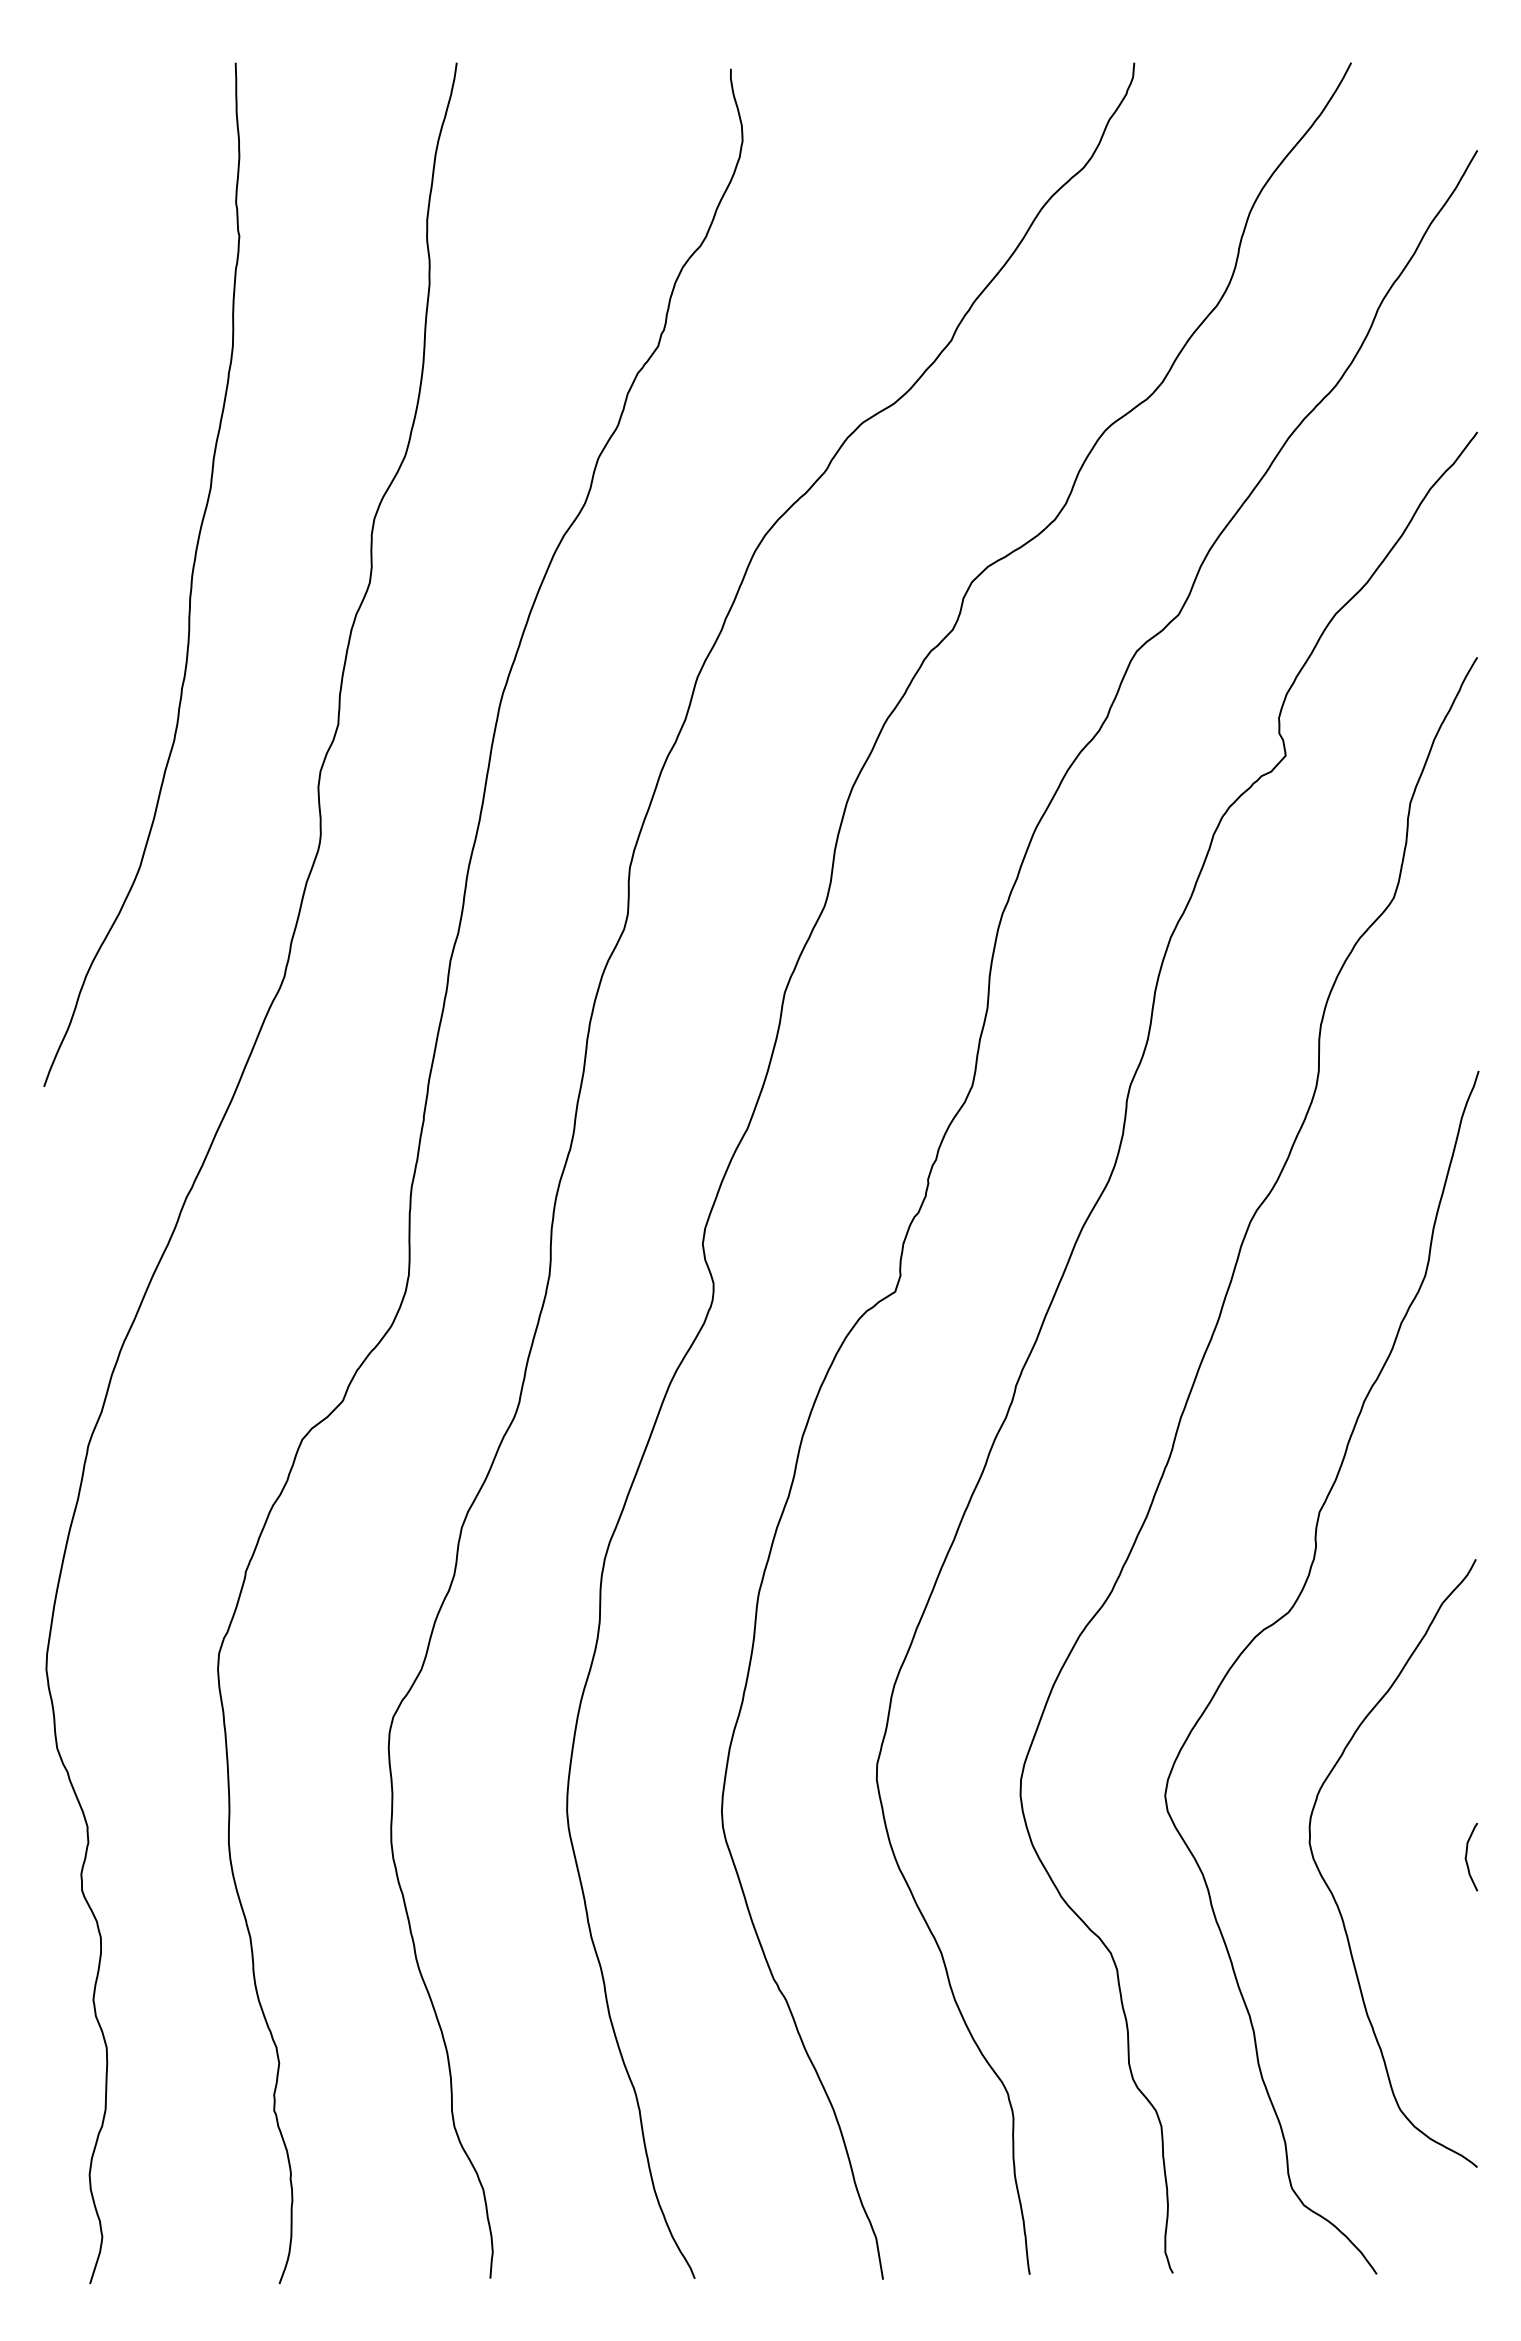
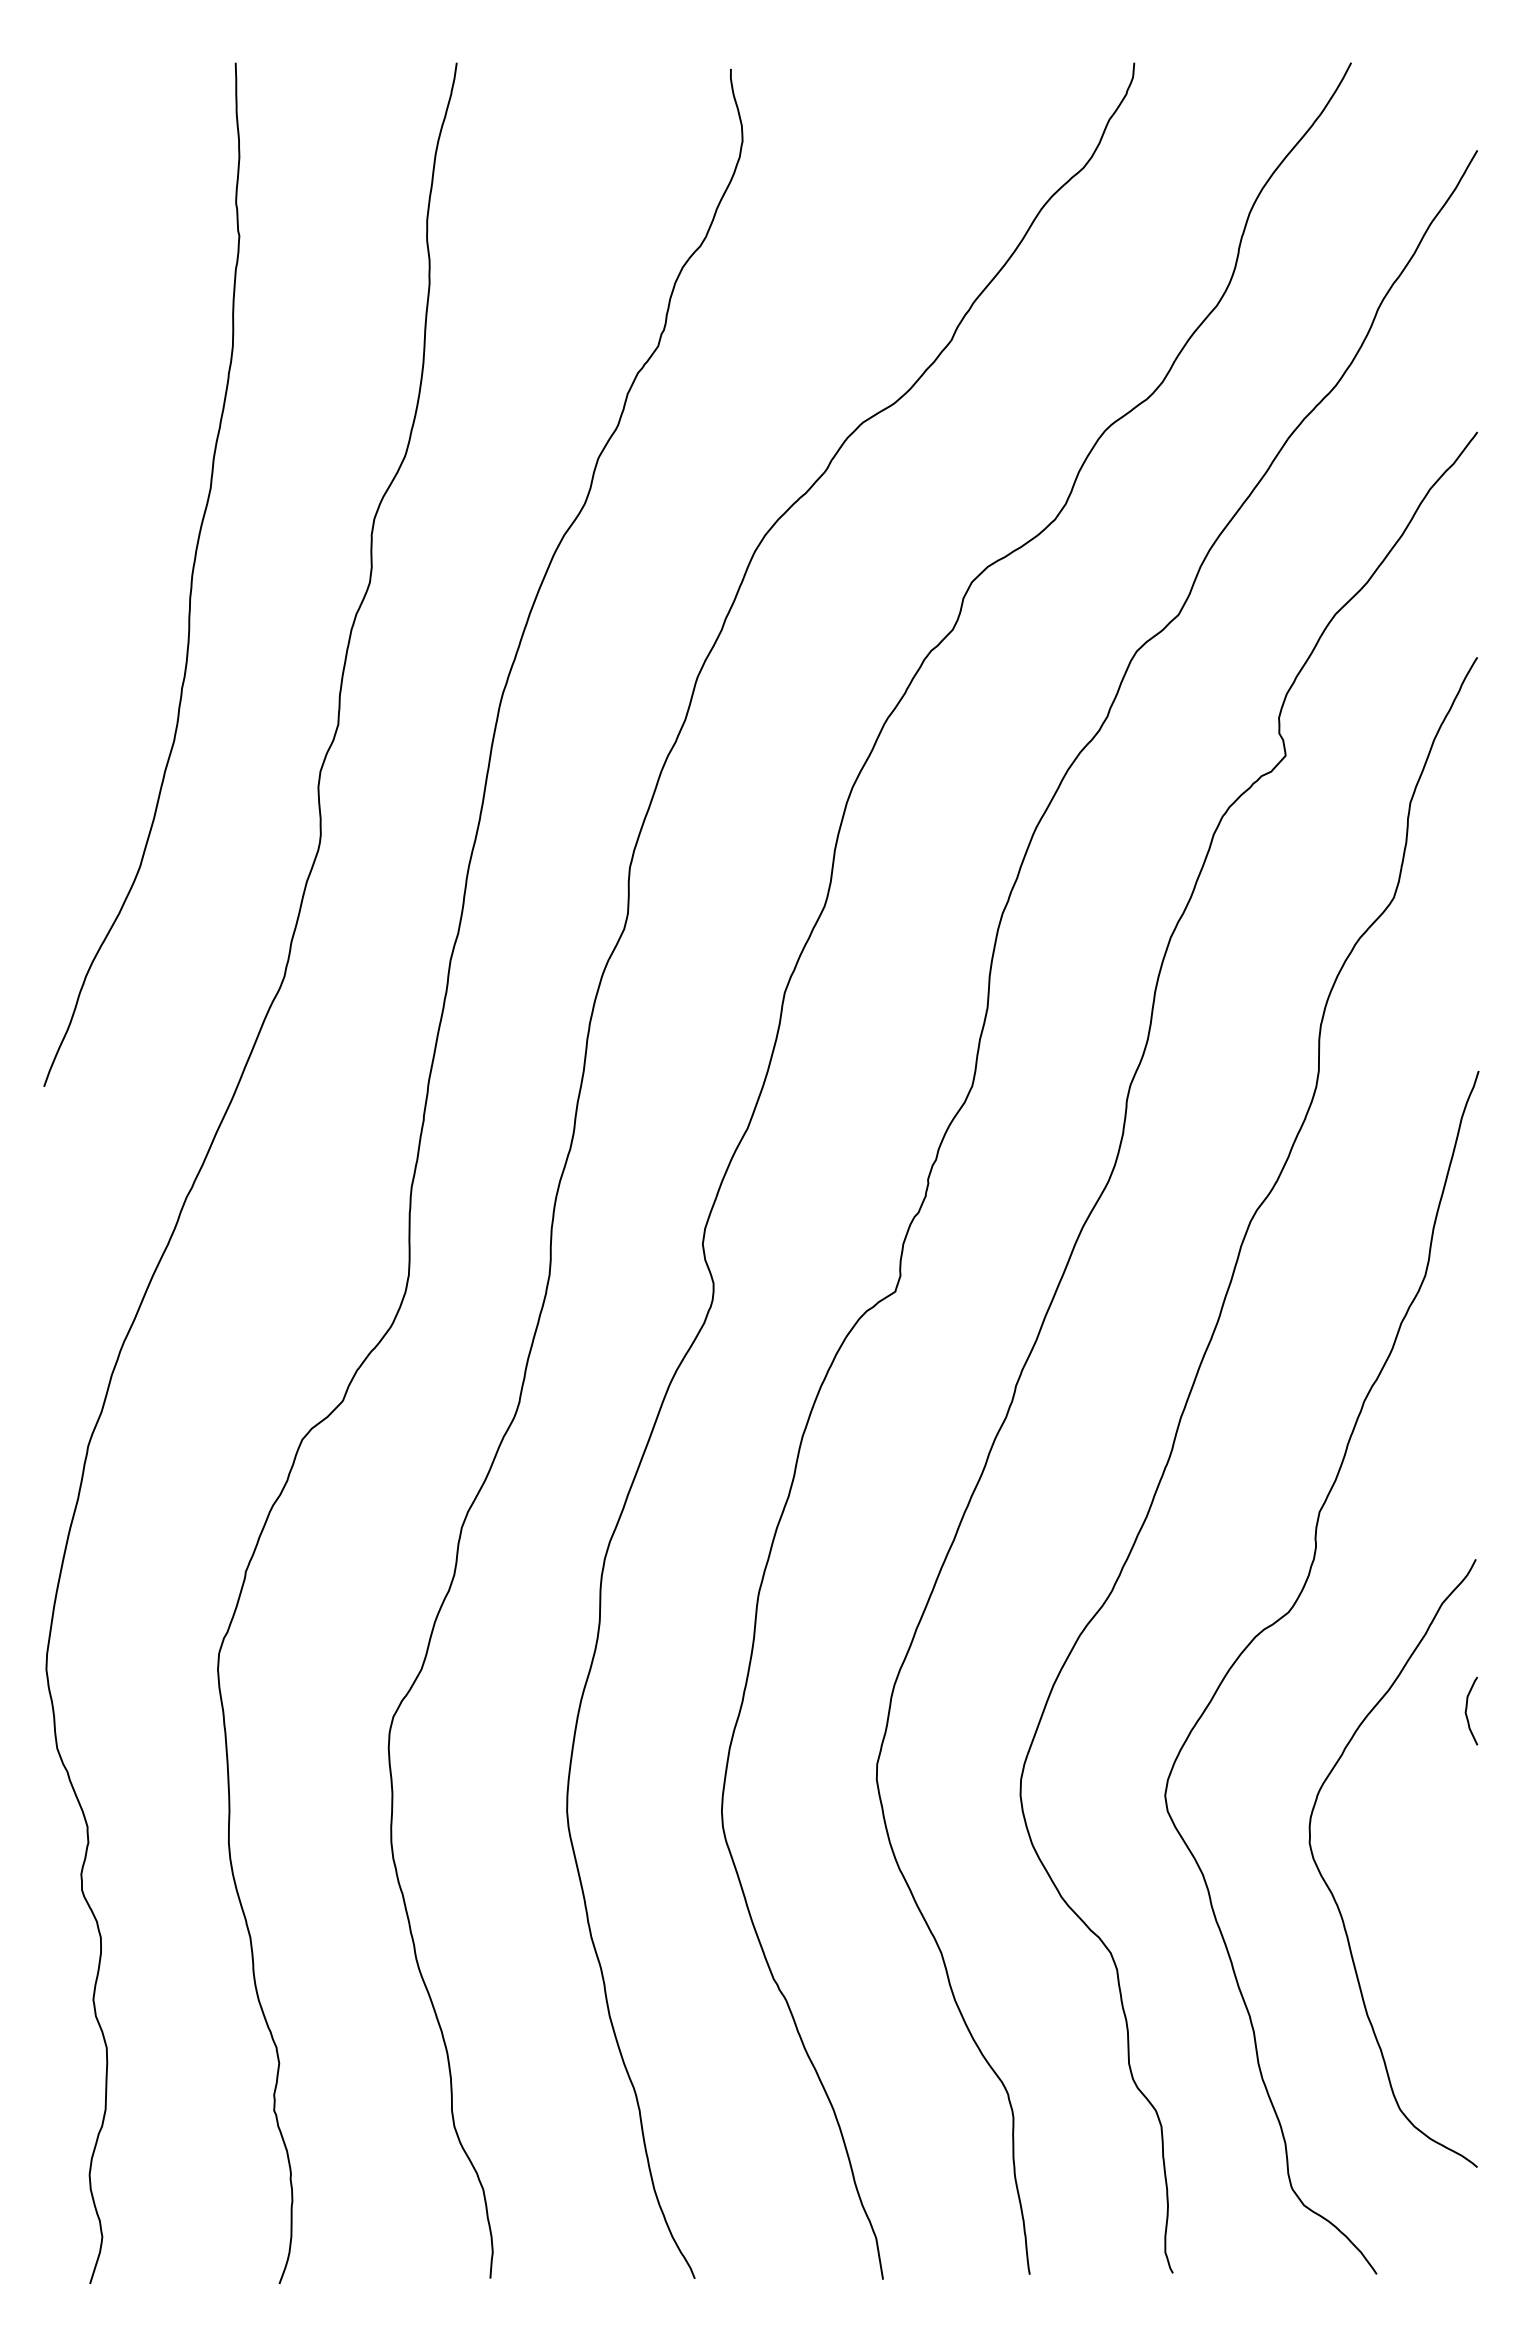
curve at (1467, 1855) position: (1467, 1855) -> (1467, 1709)
